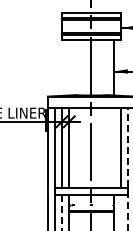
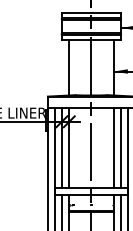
line at (68, 67): none -> present
line at (113, 147): none -> present
line at (127, 168): dashed -> solid
line at (120, 211): none -> present
line at (61, 213): dashed -> solid
